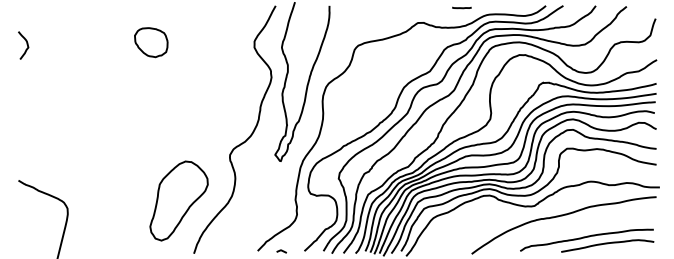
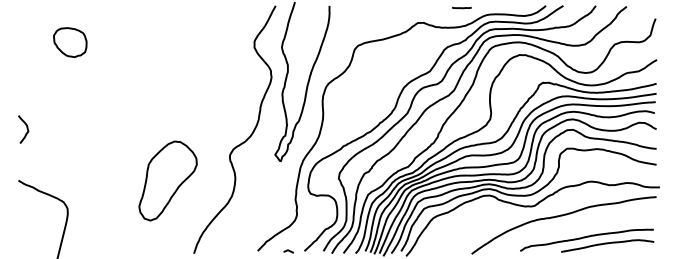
part at (151, 42) position: (151, 42) -> (70, 42)
curve at (26, 44) position: (26, 44) -> (26, 128)
part at (178, 200) position: (178, 200) -> (167, 180)
line at (281, 251) position: (281, 251) -> (288, 251)
